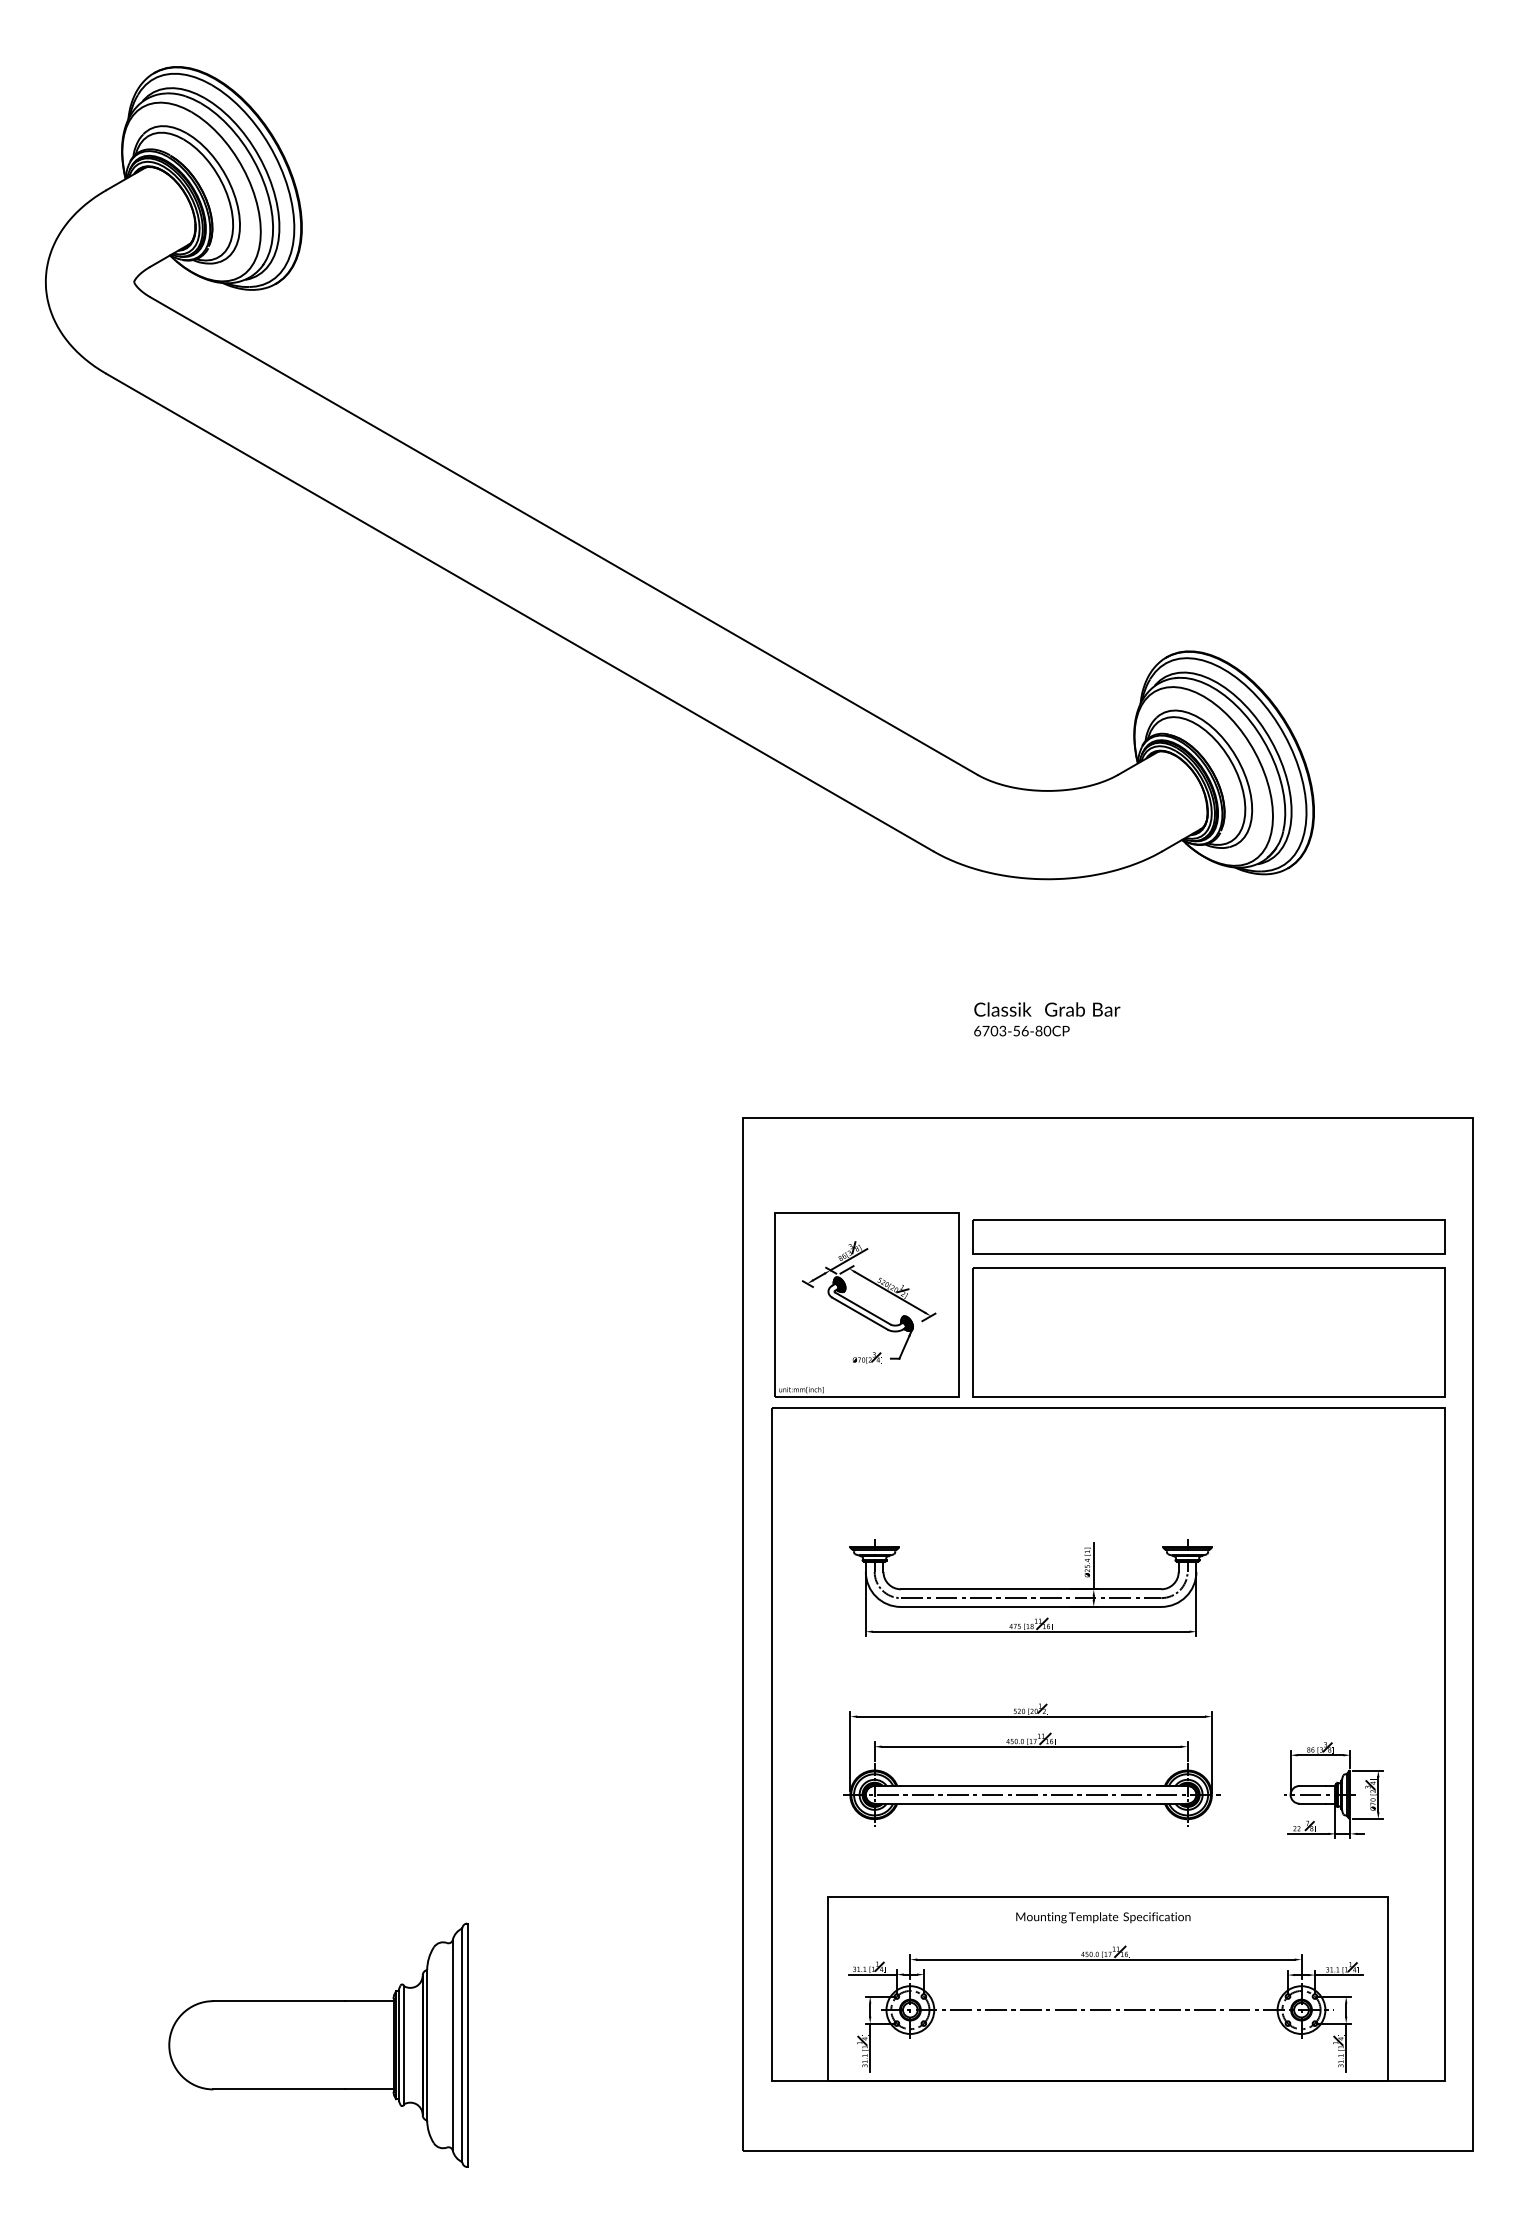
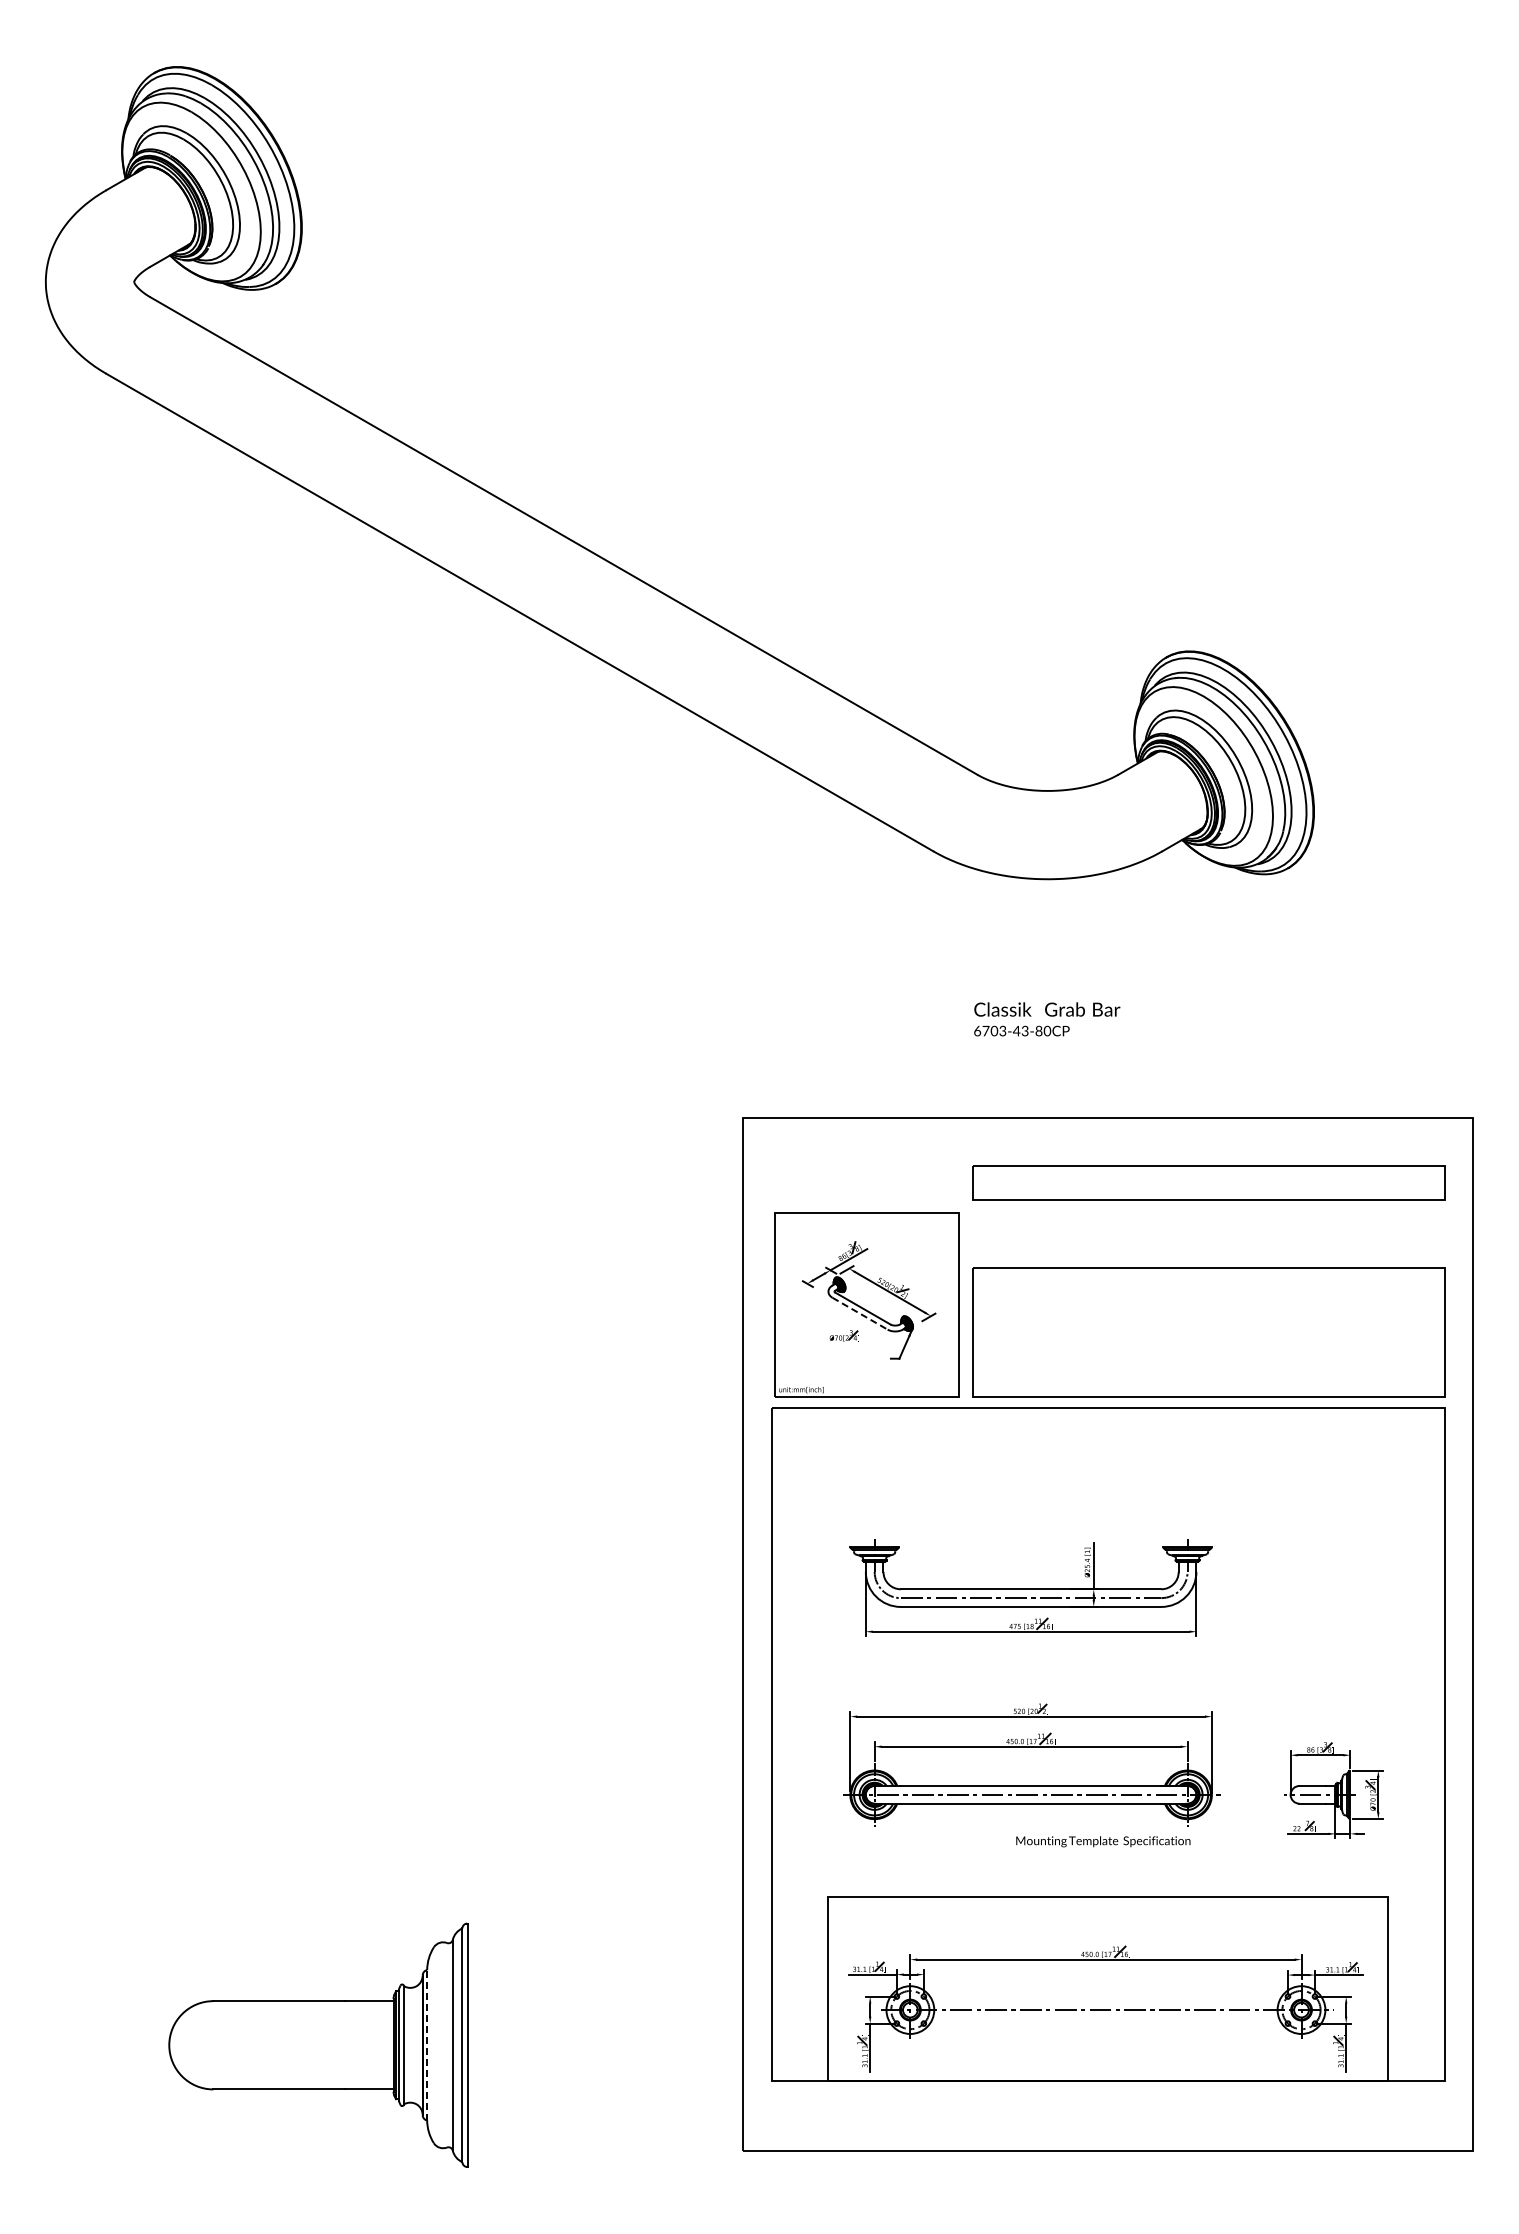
text at (1020, 1030): 6703-56-80CP -> 6703-43-80CP
part at (1208, 1236) position: (1208, 1236) -> (1208, 1182)
line at (860, 1313): solid -> dashed
part at (866, 1357) position: (866, 1357) -> (843, 1335)
text at (1103, 1917) position: (1103, 1917) -> (1103, 1841)
line at (427, 2044): solid -> dashed
